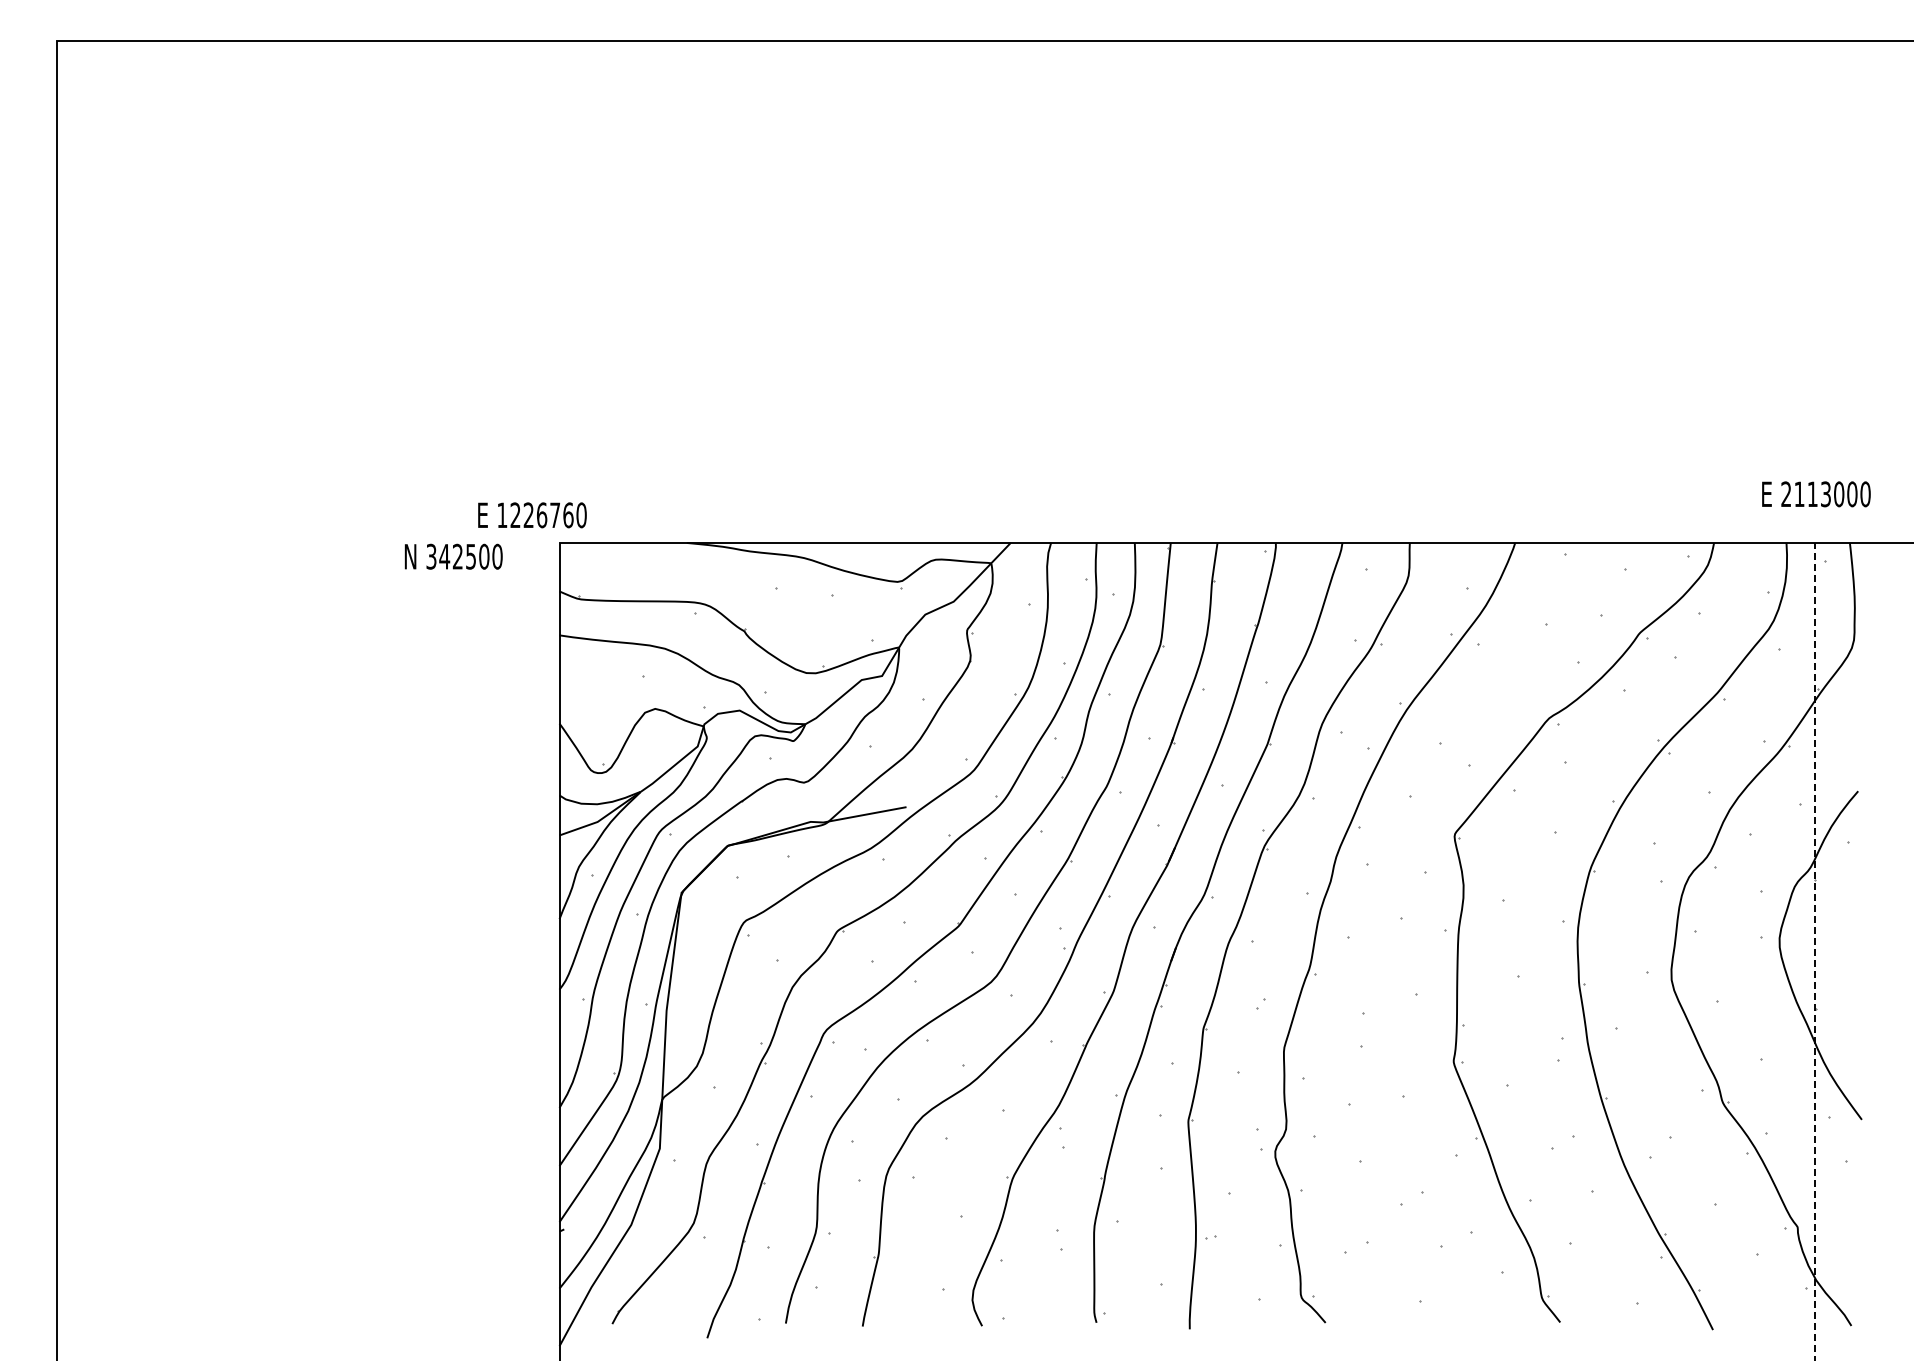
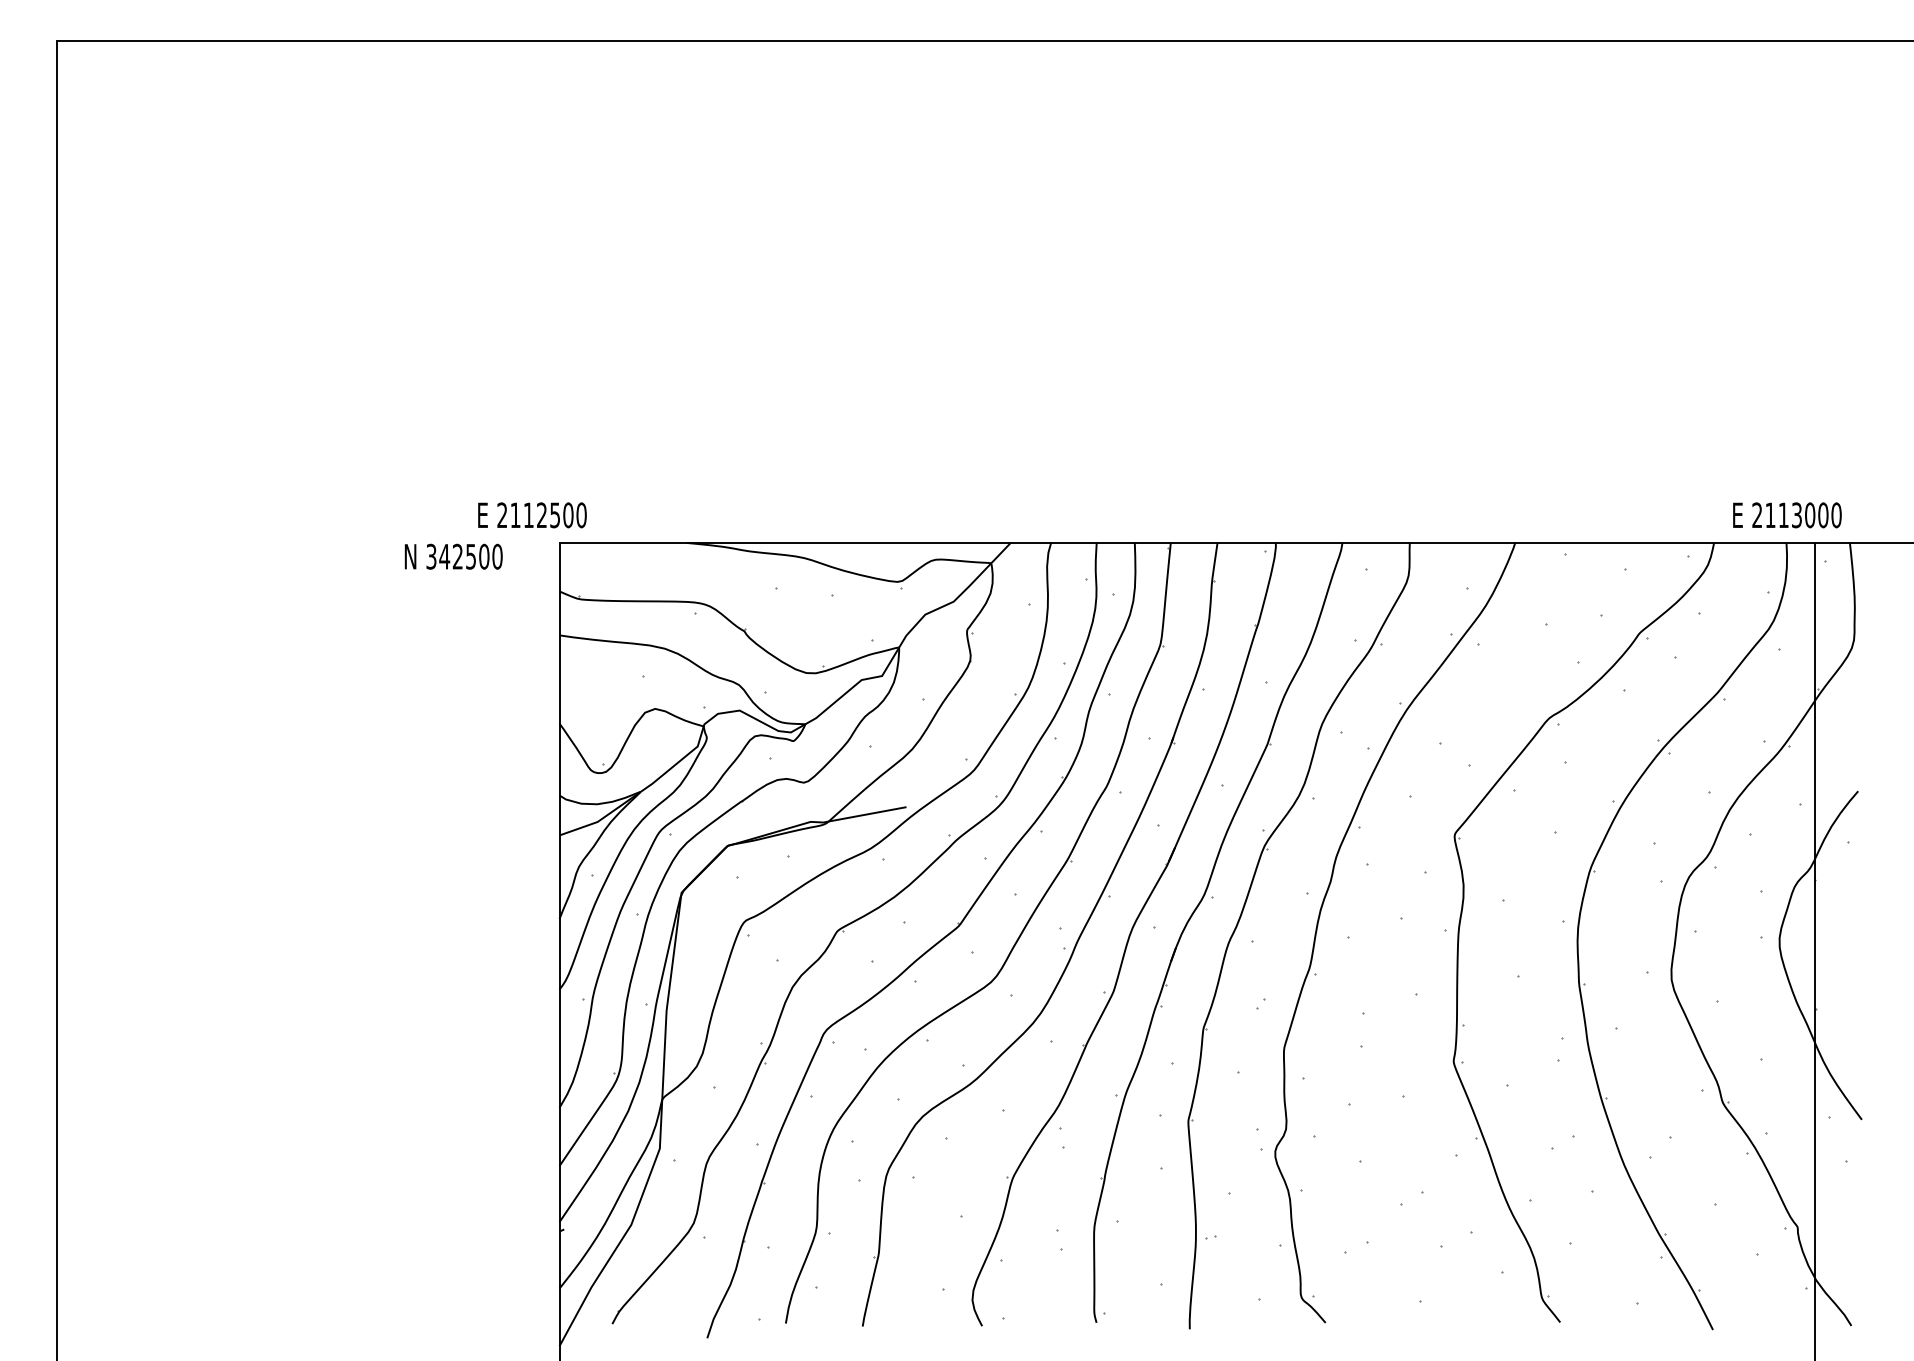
text at (1816, 494) position: (1816, 494) -> (1787, 515)
text at (535, 515): 1226760 -> 2112500
line at (1814, 951): dashed -> solid
